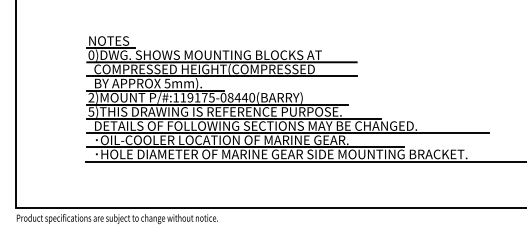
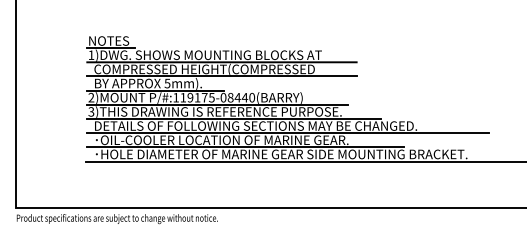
text at (91, 55): 0)DWG. -> 1)DWG.
text at (91, 111): 5)THIS -> 3)THIS
